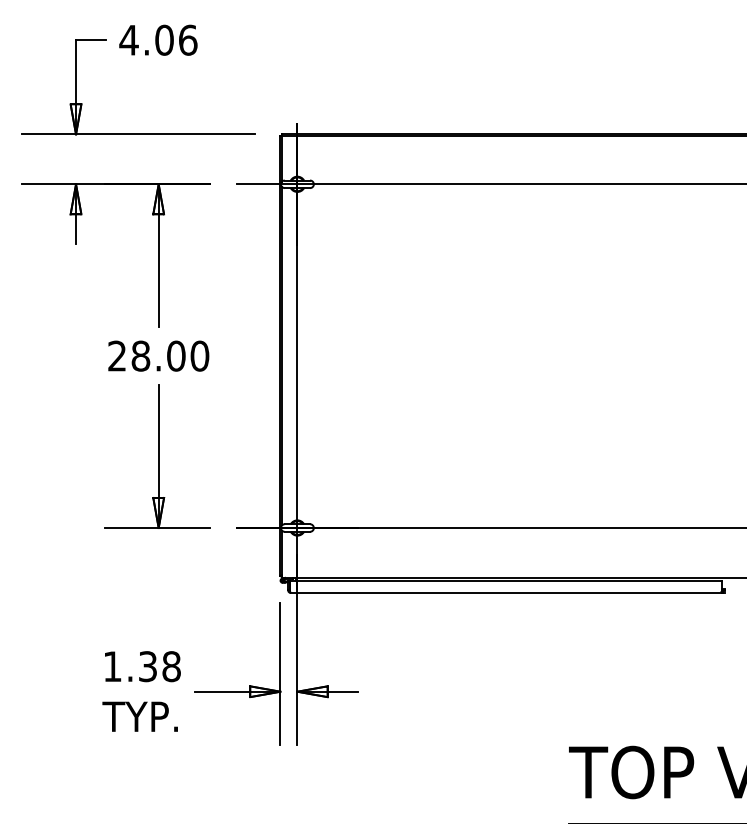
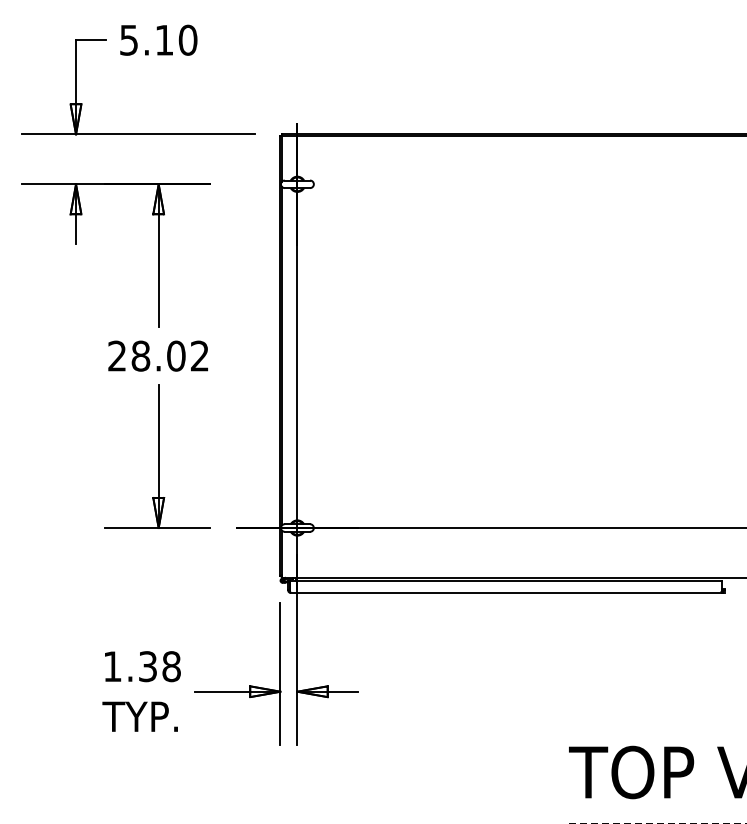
text at (158, 39): 4.06 -> 5.10
line at (489, 184): present -> none
text at (199, 355): 28.00 -> 28.02
line at (657, 823): solid -> dashed
